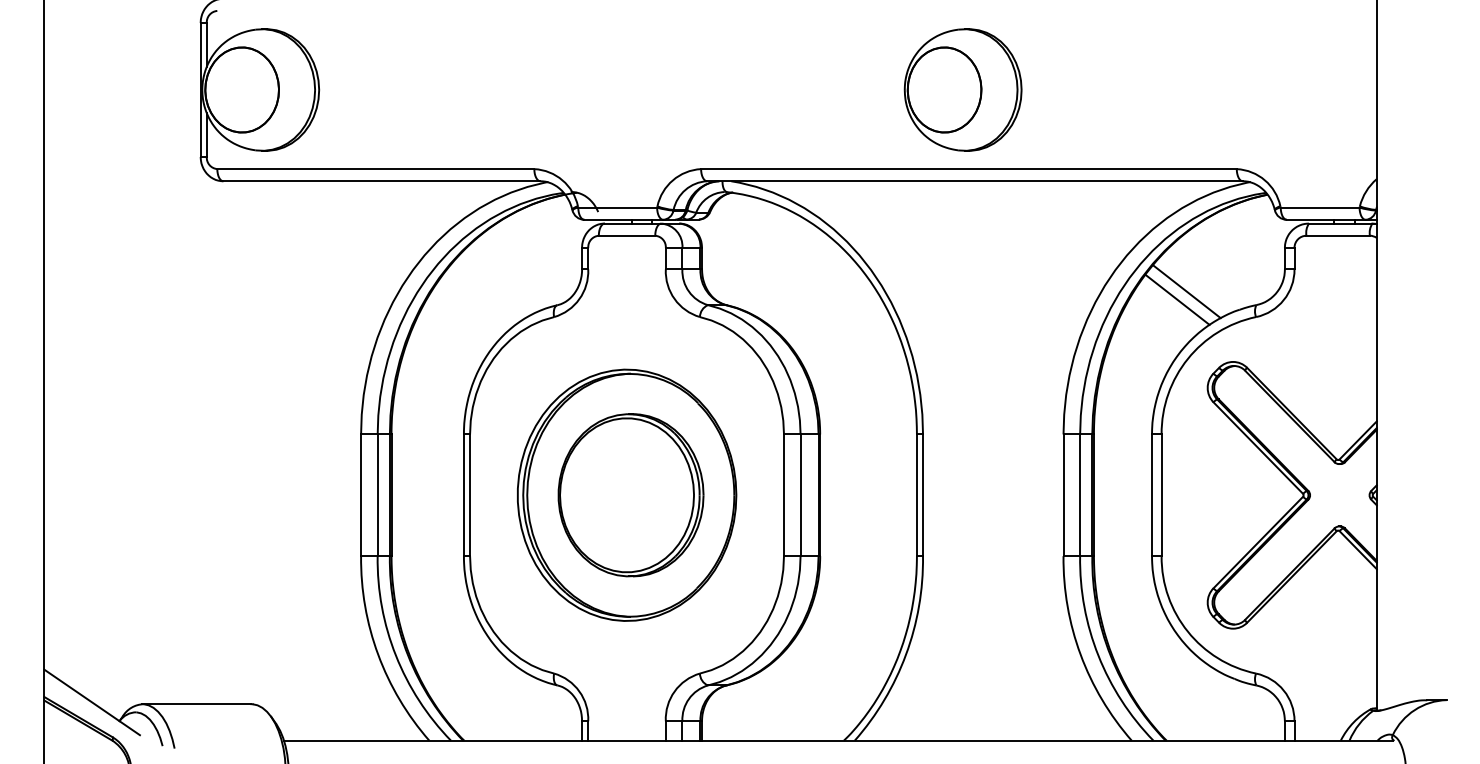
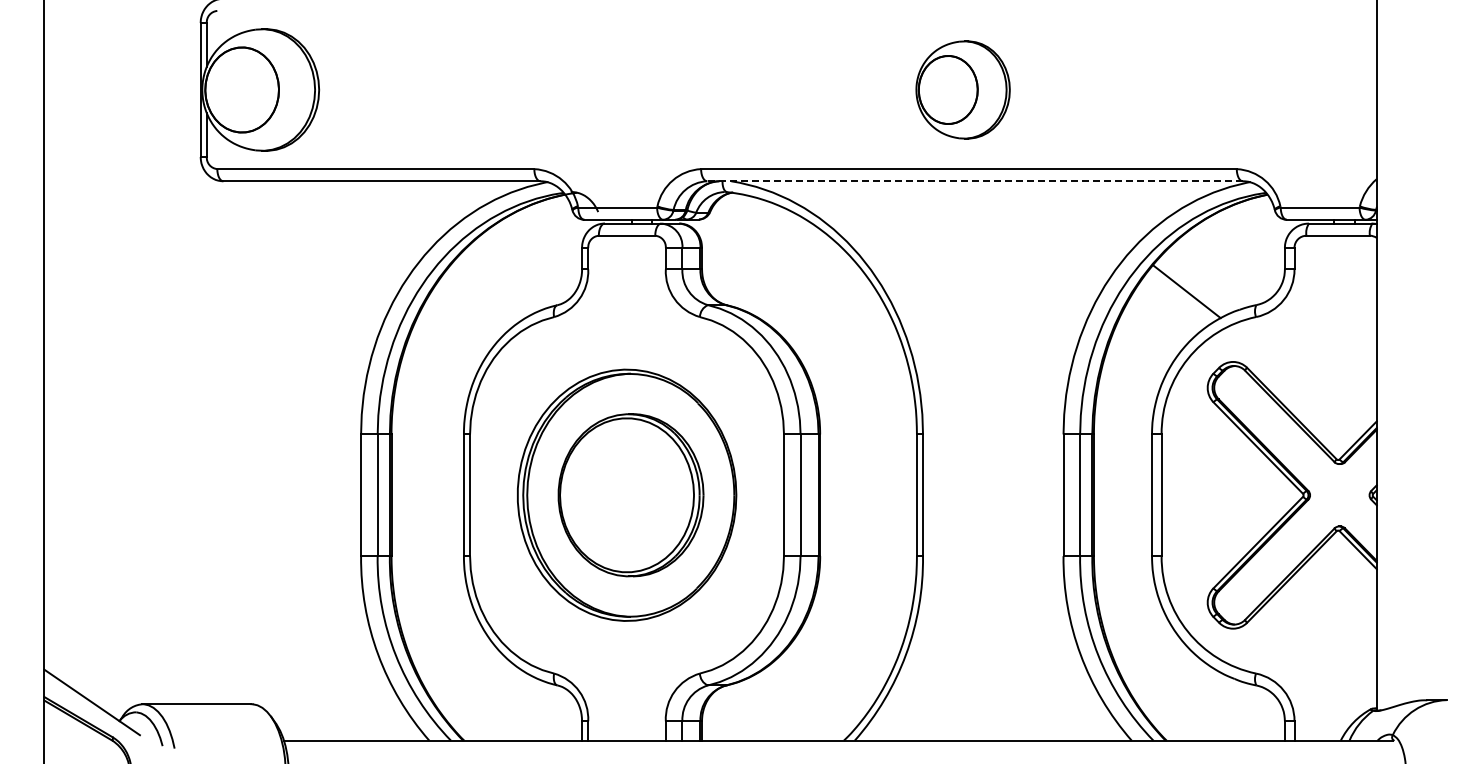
part at (962, 89) size: 120x124 px -> 96x100 px
line at (975, 181): solid -> dashed
line at (1177, 299): present -> none
